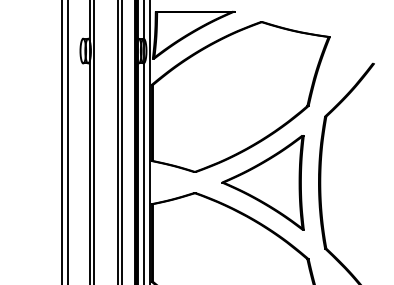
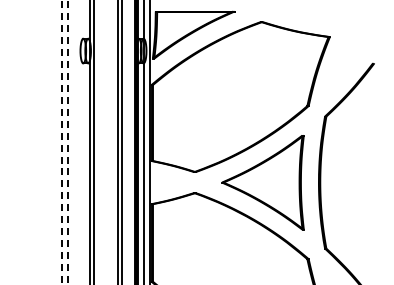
line at (61, 142): solid -> dashed
line at (67, 142): solid -> dashed
